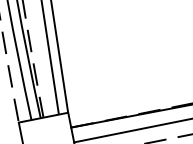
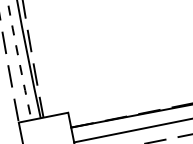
line at (59, 56): present -> none
line at (49, 57): present -> none
arc at (19, 60): solid -> dashed
